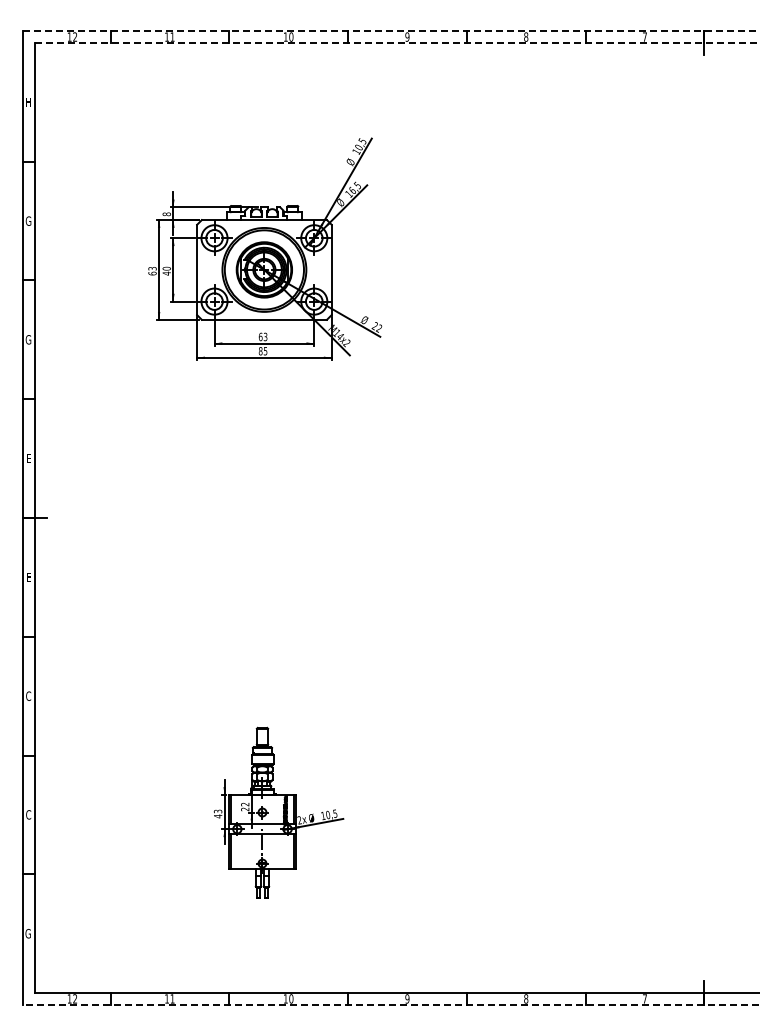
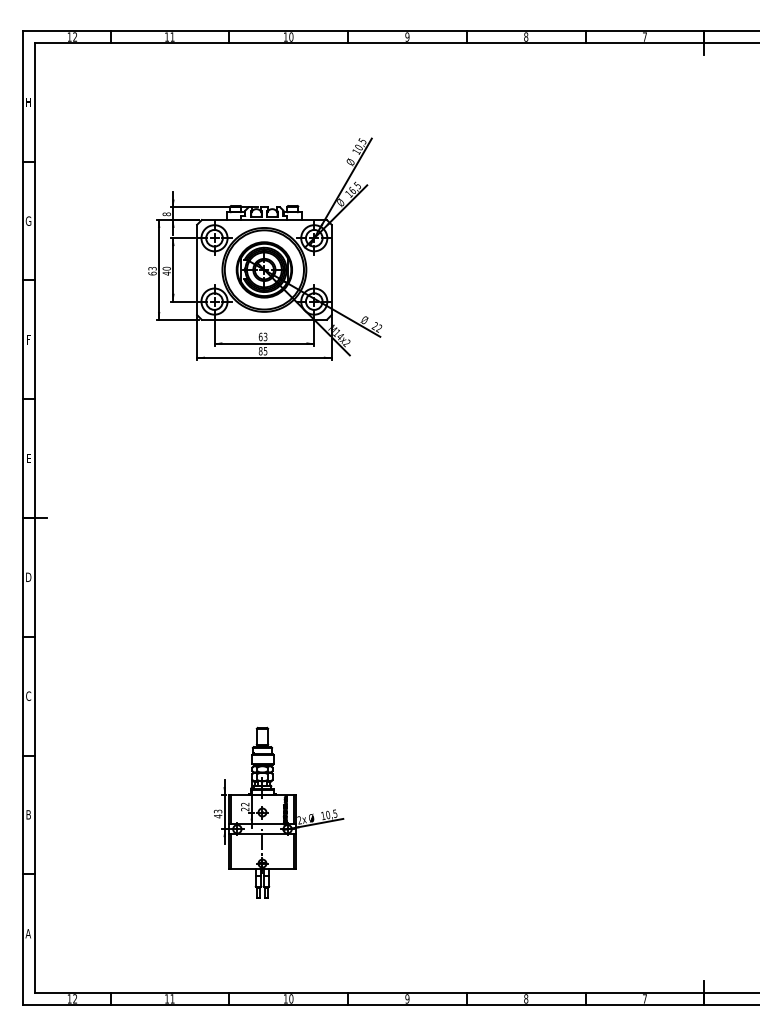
line at (391, 31): dashed -> solid
line at (397, 42): dashed -> solid
text at (28, 339): G -> F
text at (28, 576): E -> D
text at (28, 814): C -> B
text at (27, 933): G -> A
line at (390, 1004): dashed -> solid
